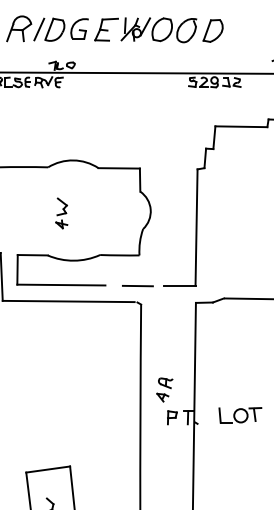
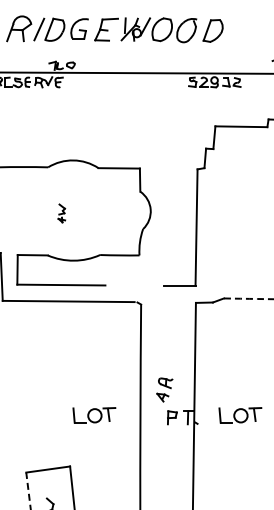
part at (61, 213) size: 14x33 px -> 10x21 px
line at (137, 286): present -> none
arc at (249, 298): solid -> dashed
part at (94, 415): none -> present
line at (28, 490): solid -> dashed
